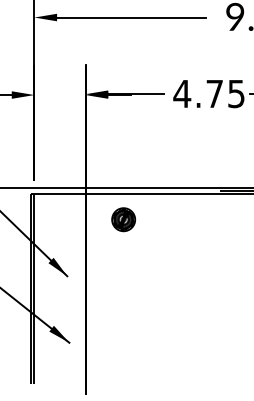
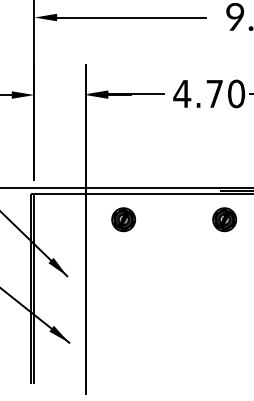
text at (236, 93): 4.75 -> 4.70
part at (224, 219): none -> present
